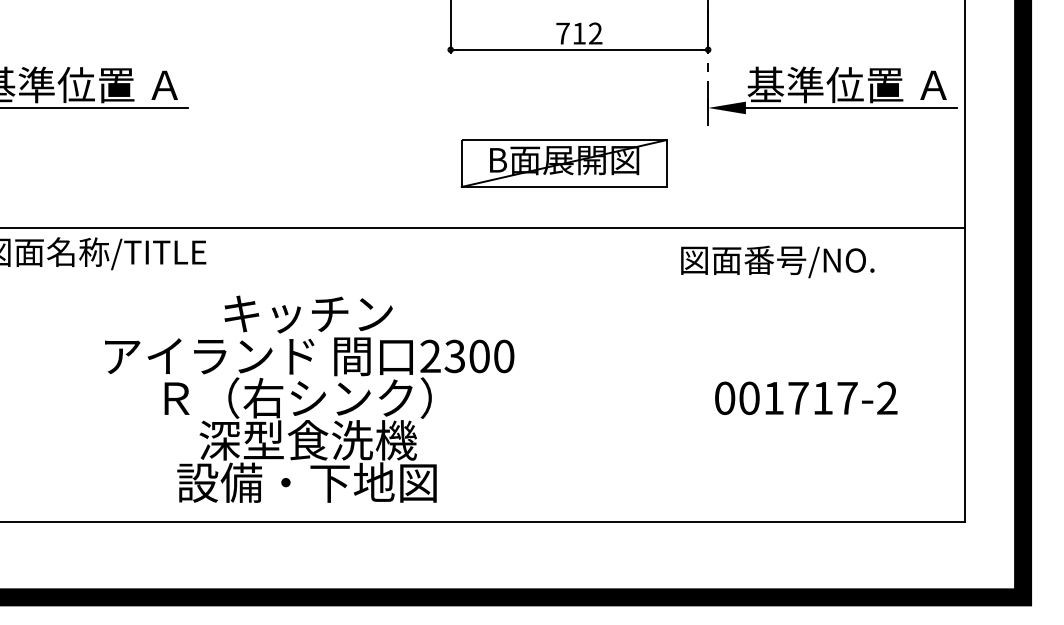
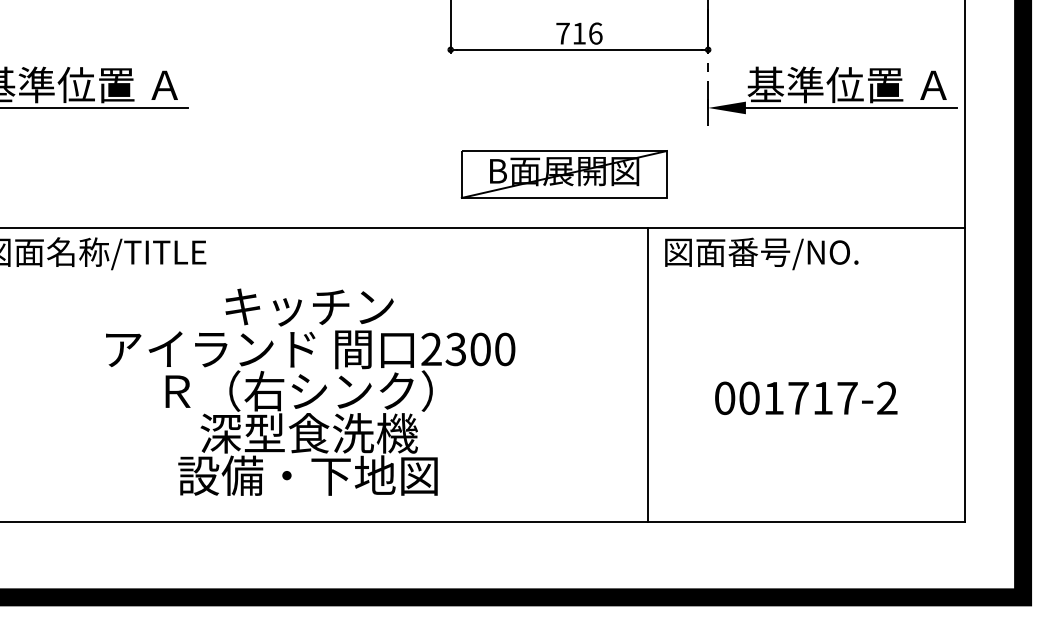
text at (595, 33): 712 -> 716
part at (563, 163) position: (563, 163) -> (563, 174)
text at (777, 261) position: (777, 261) -> (761, 253)
line at (648, 374): none -> present
text at (309, 398) position: (309, 398) -> (310, 391)
